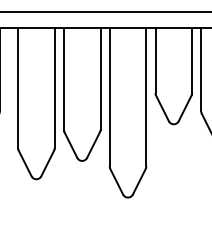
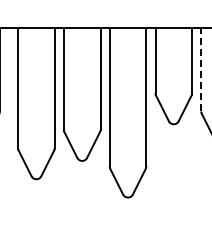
line at (105, 12): present -> none
line at (201, 69): solid -> dashed
